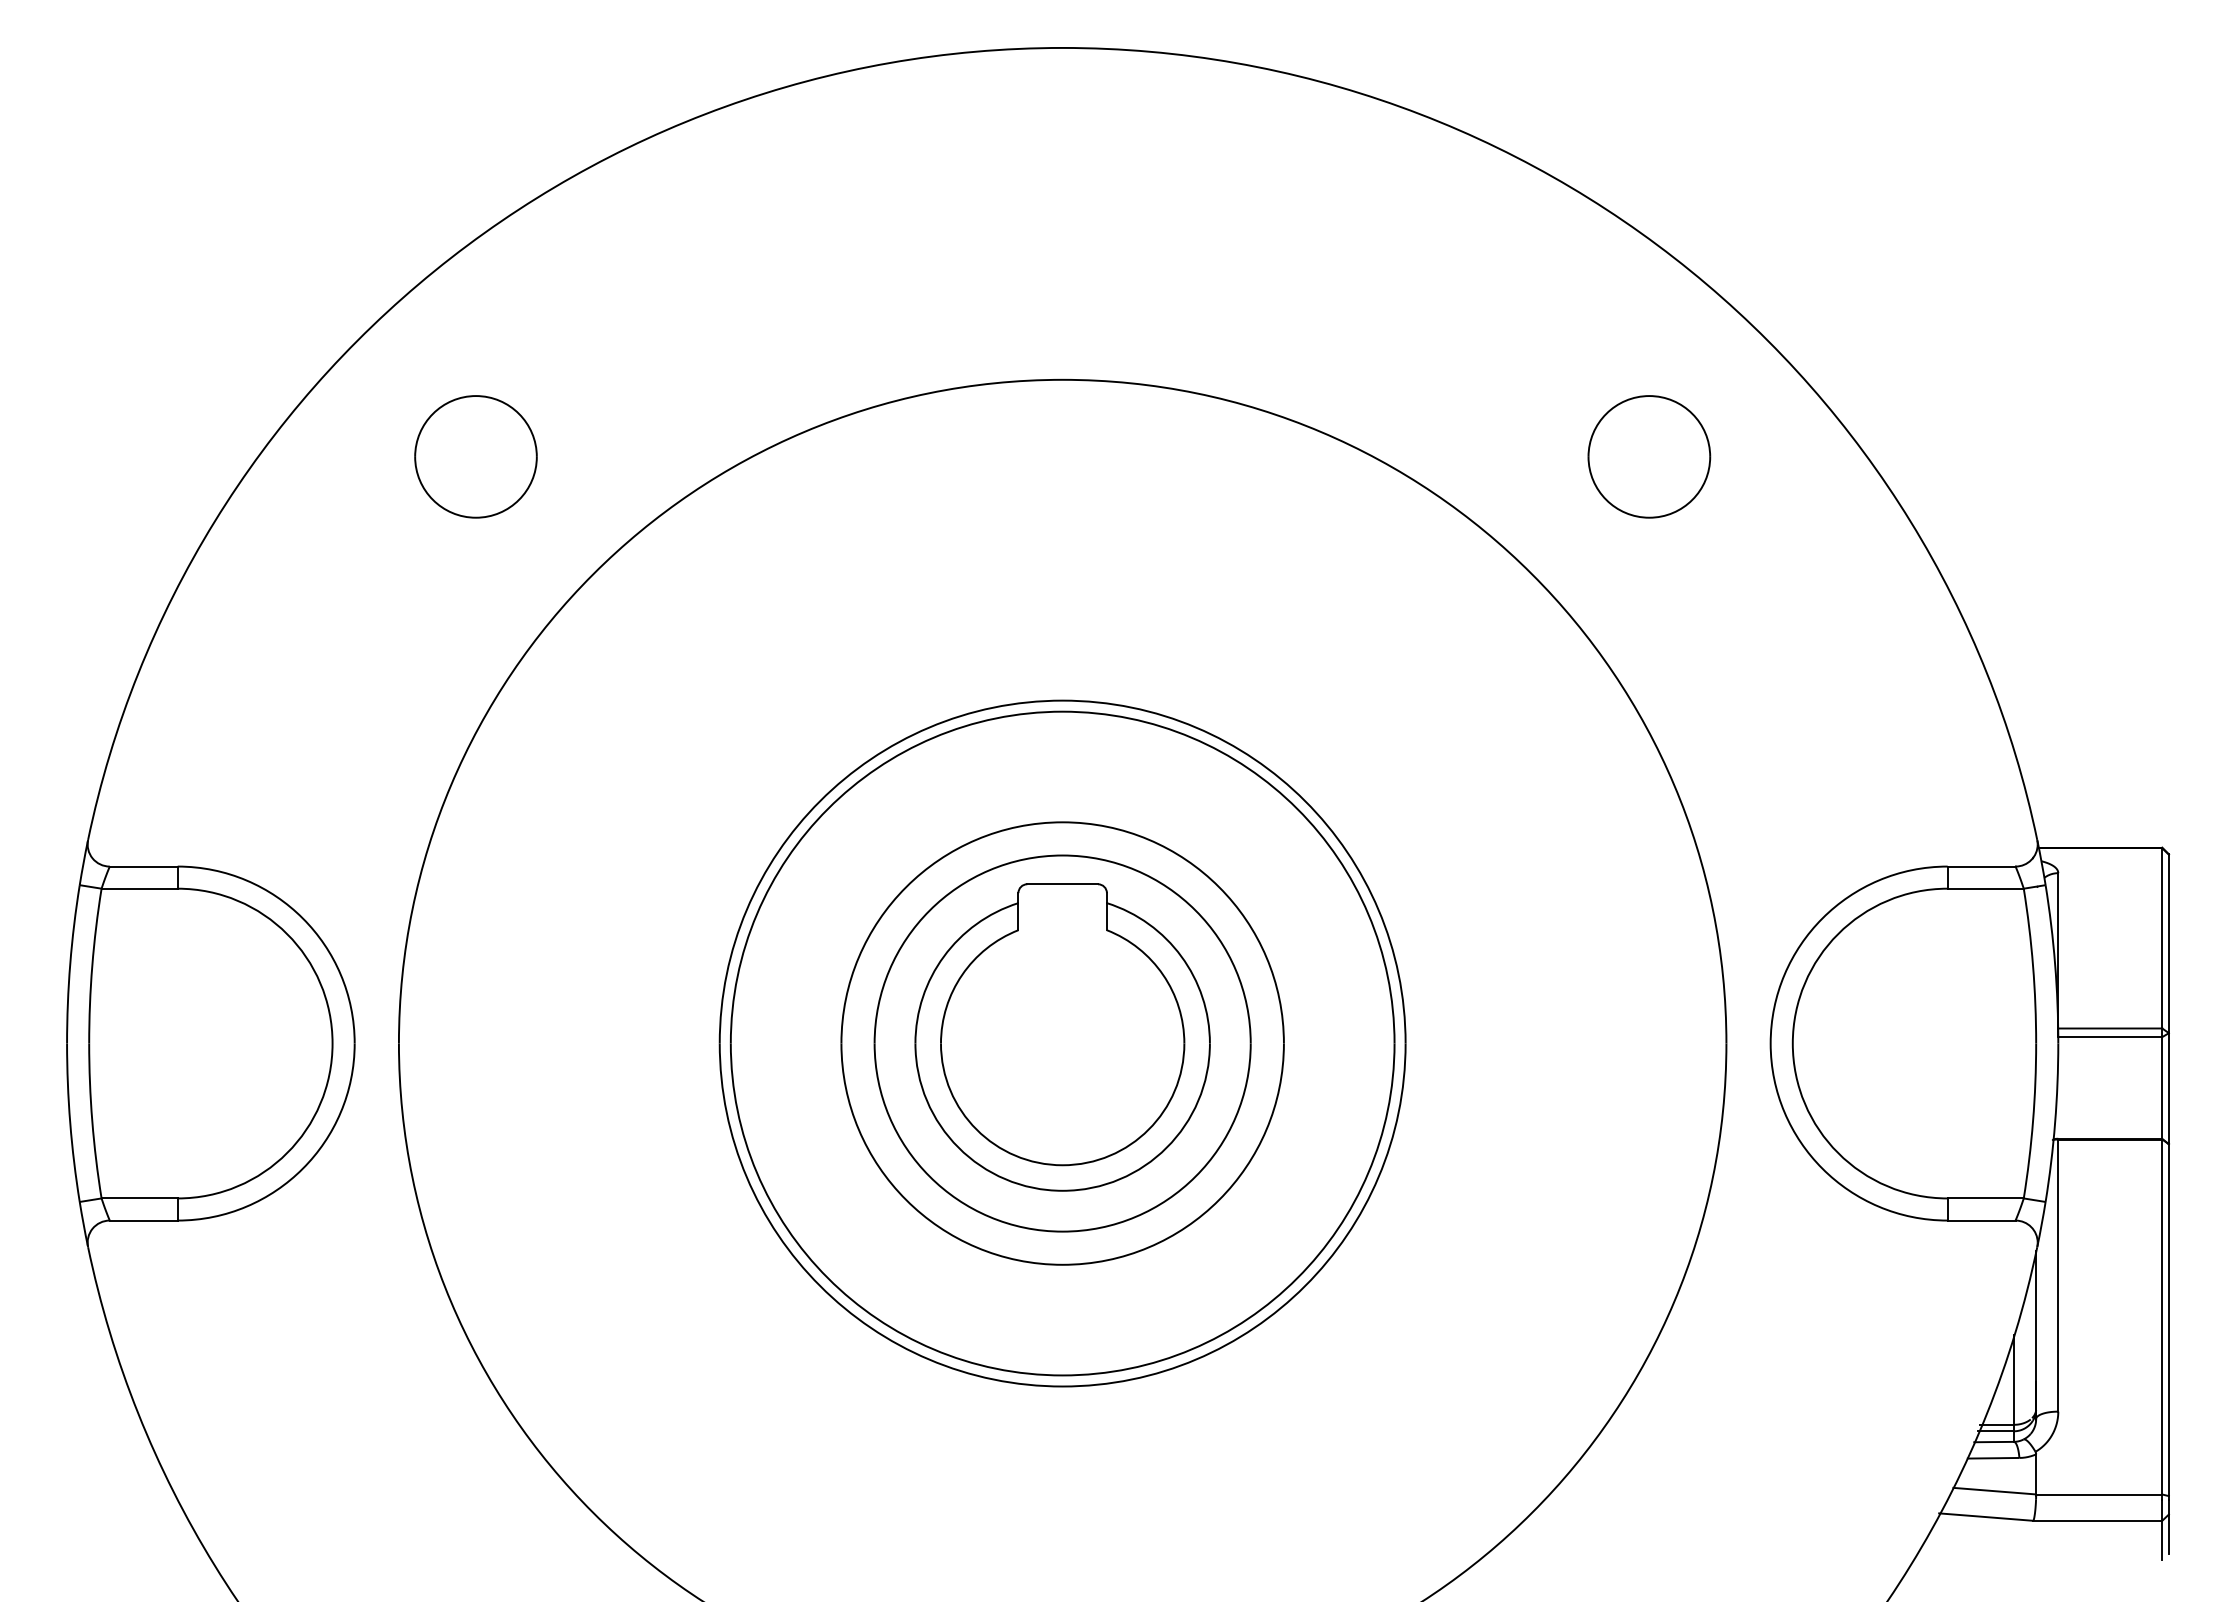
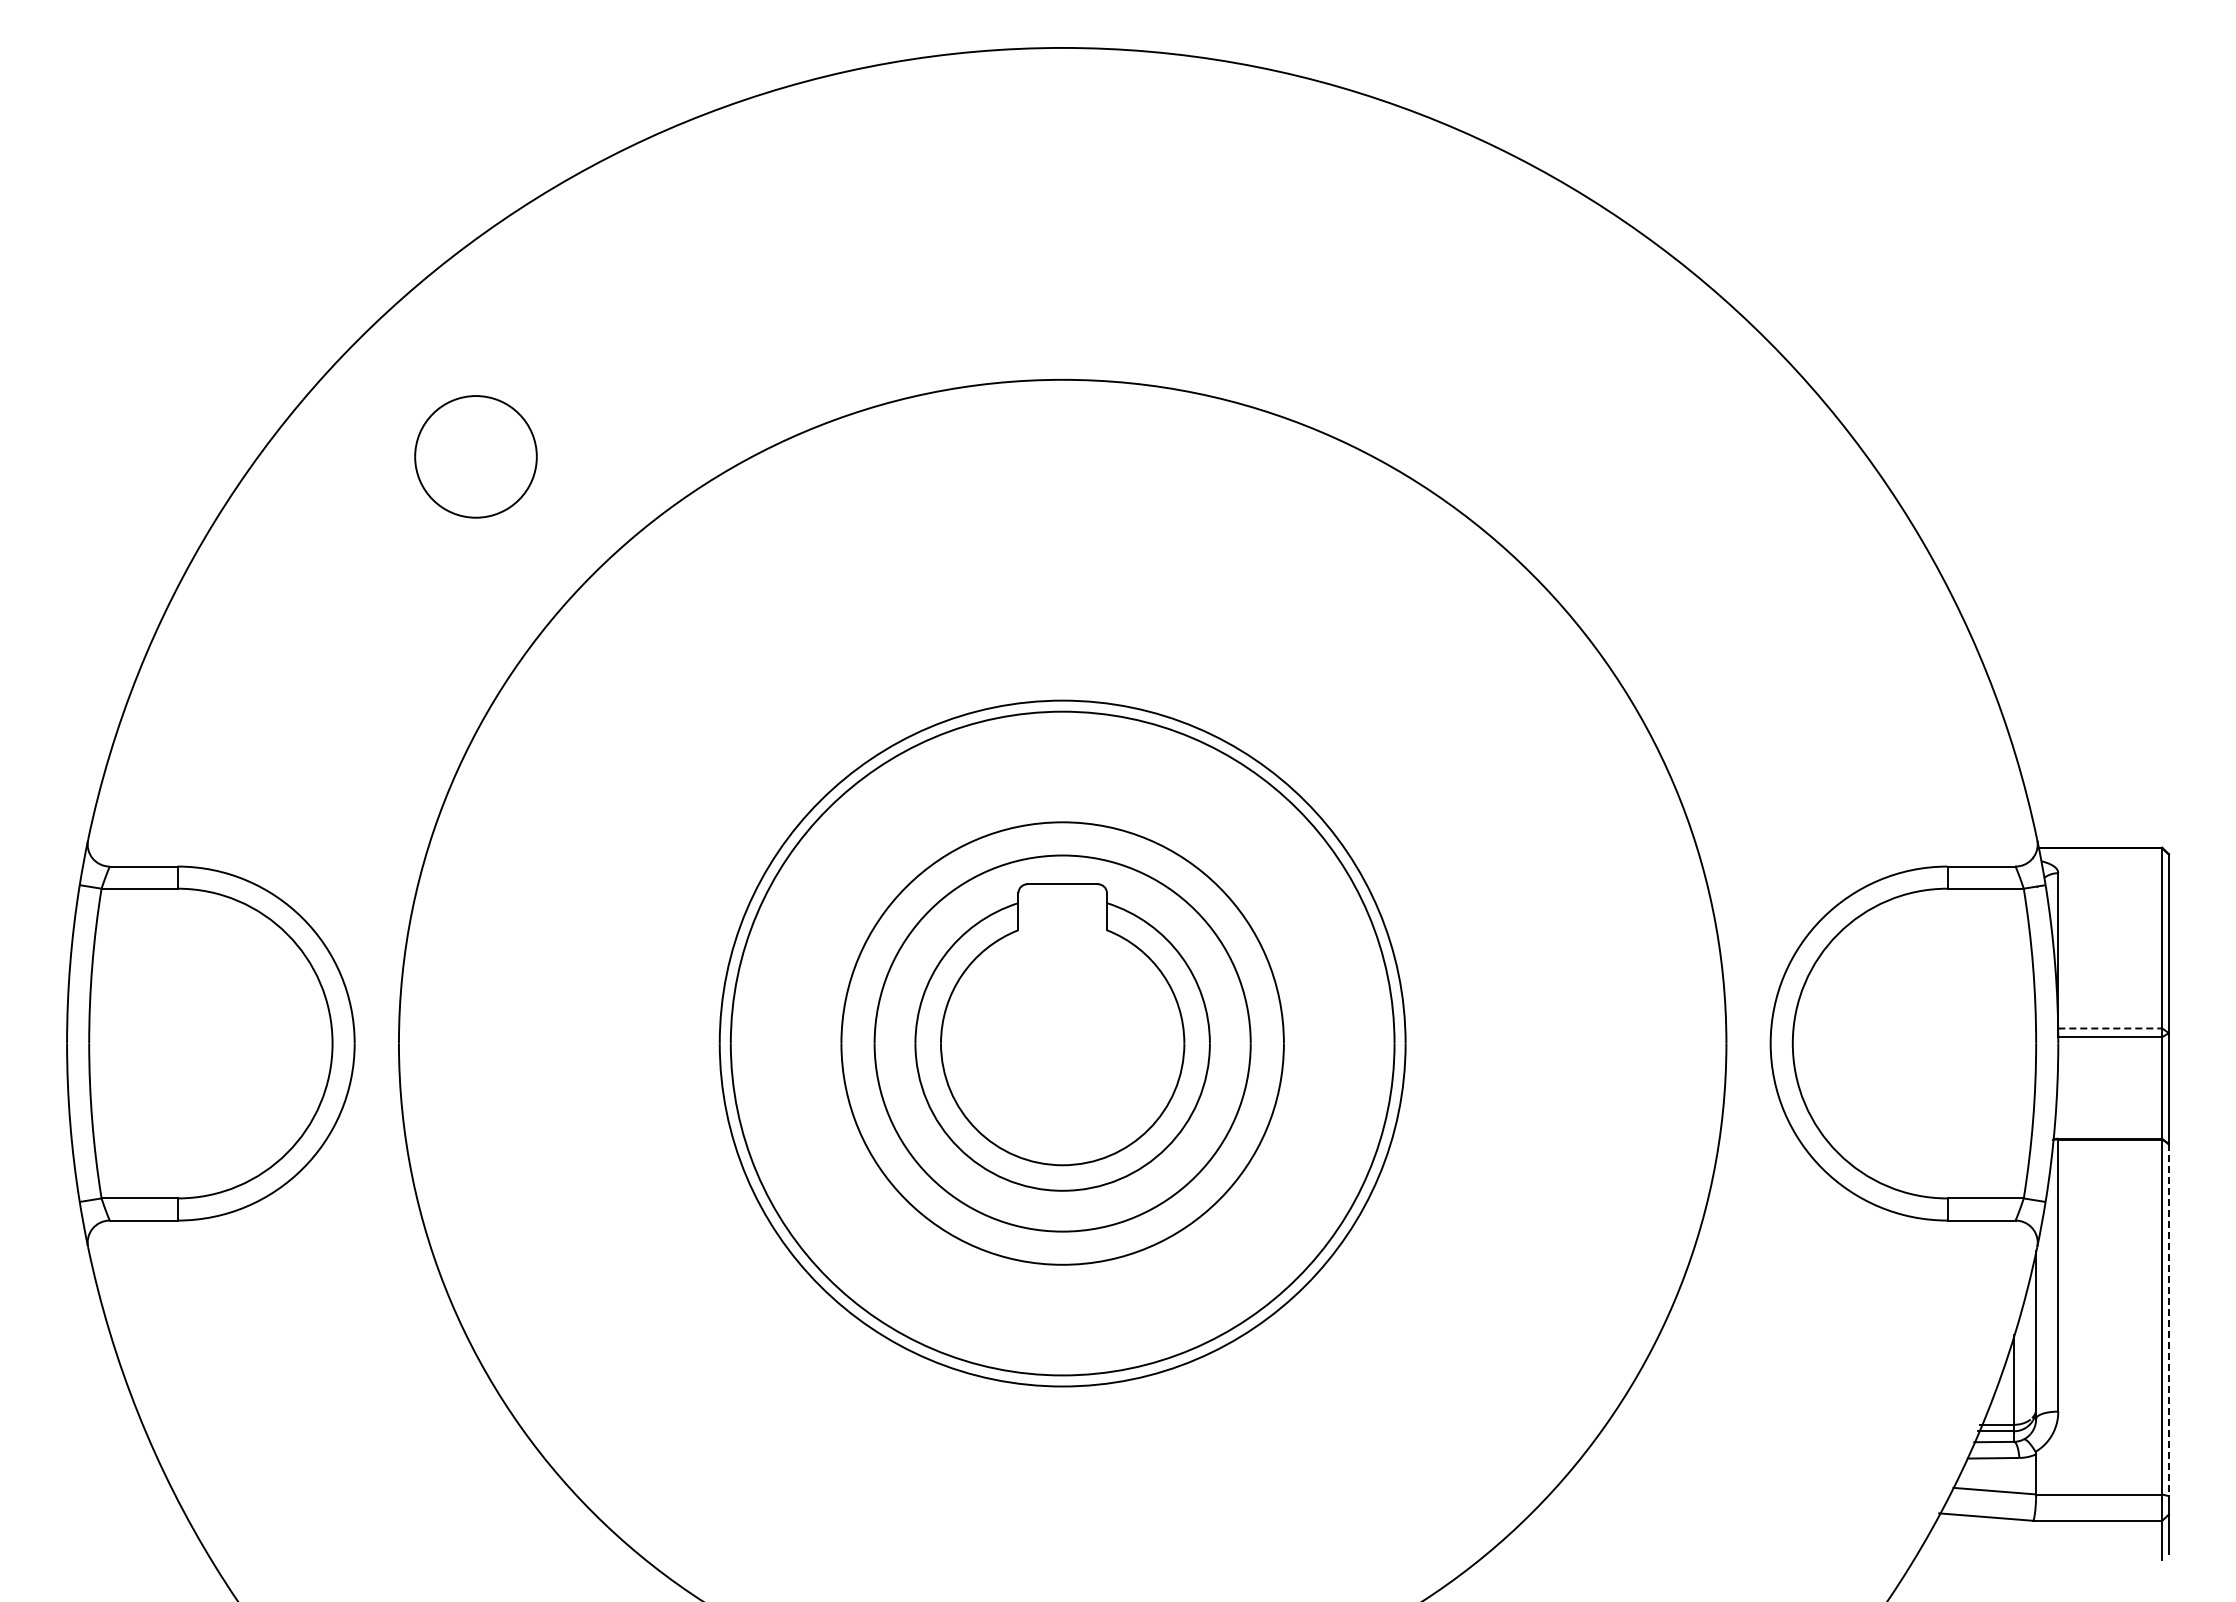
part at (1649, 456): present -> none
line at (2110, 1028): solid -> dashed
line at (2168, 1320): solid -> dashed
